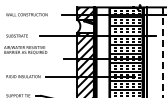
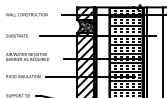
hatch at (85, 25): none -> present
text at (25, 50) position: (25, 50) -> (27, 57)
line at (163, 52): dashed -> solid
